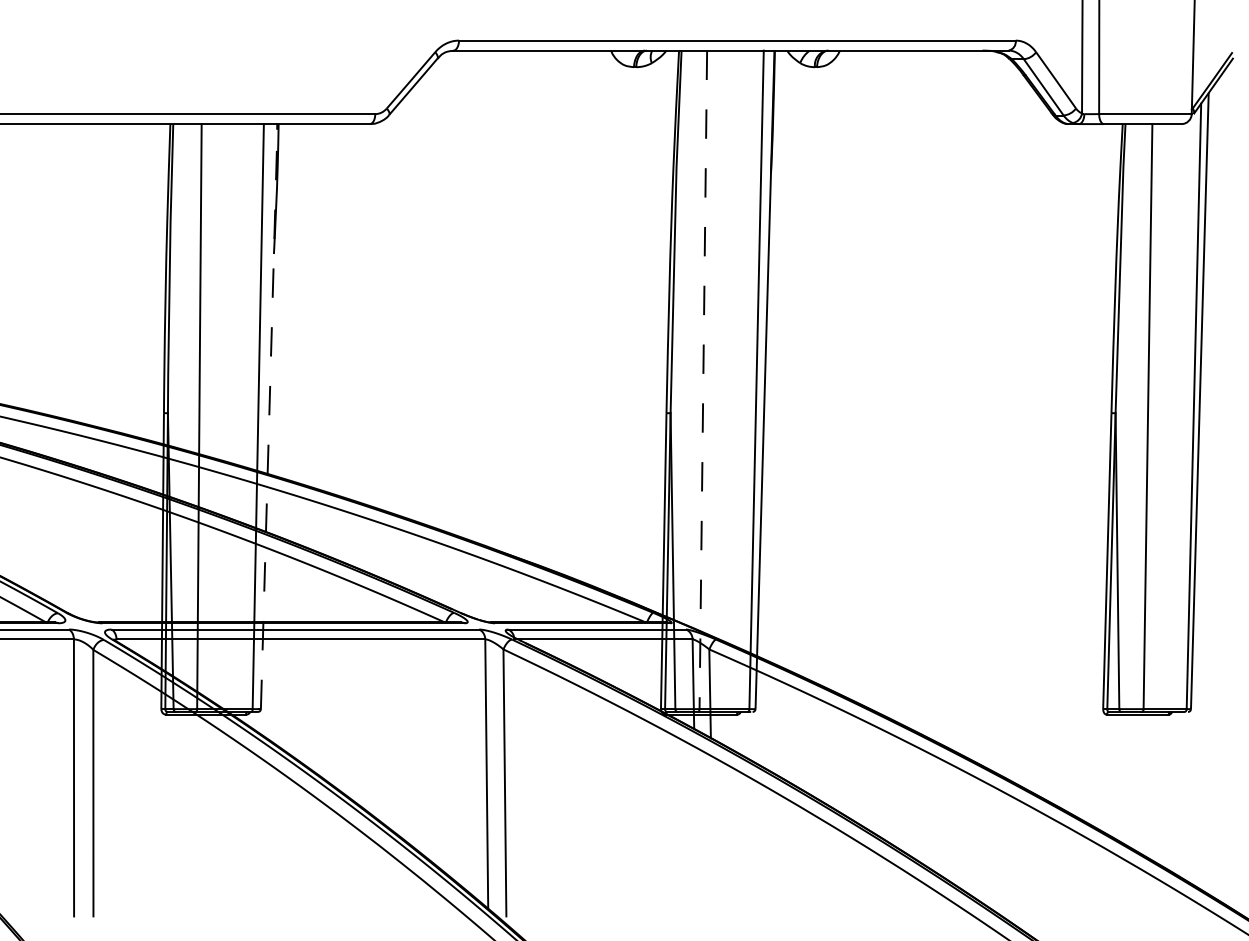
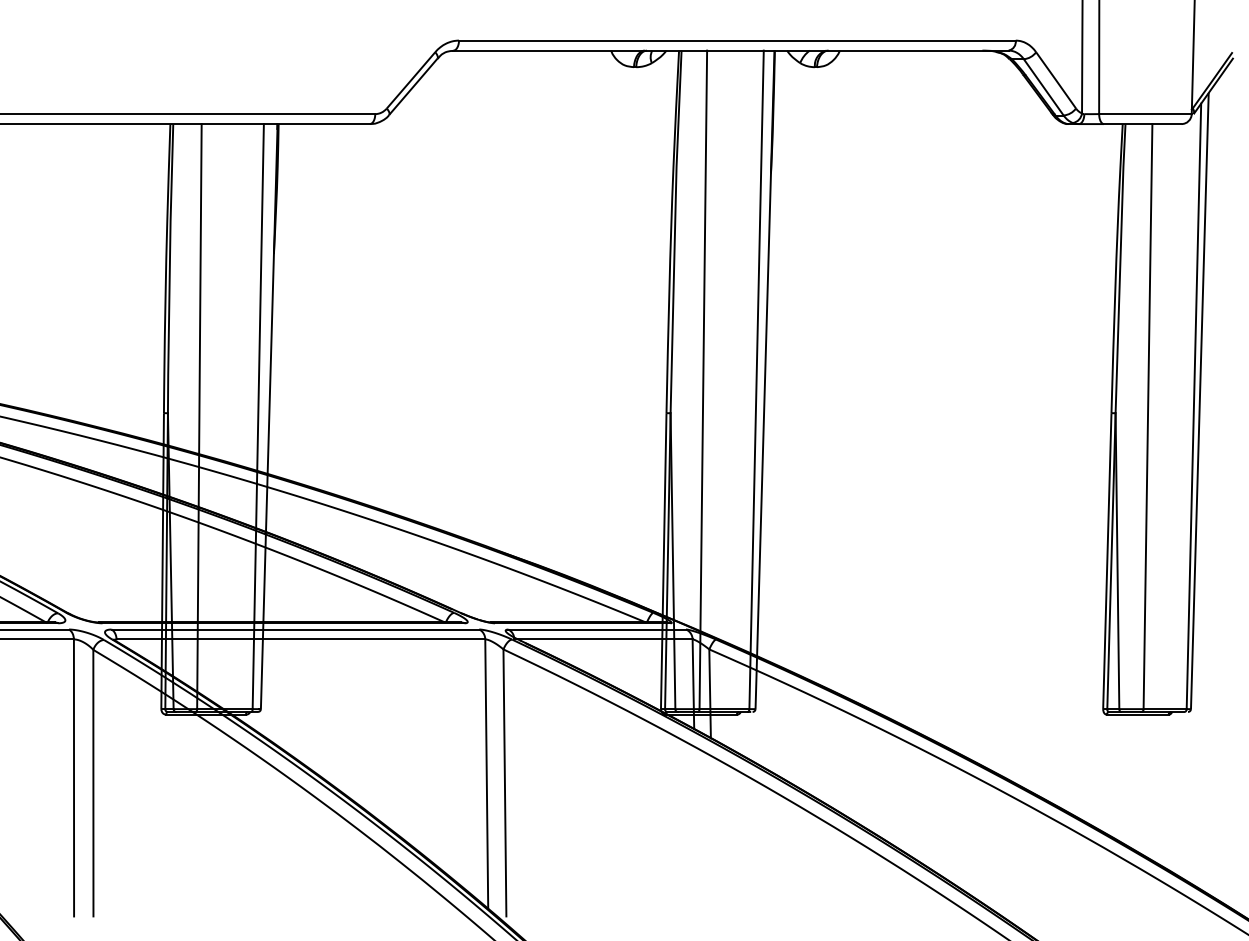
line at (703, 380): dashed -> solid
line at (269, 418): dashed -> solid
